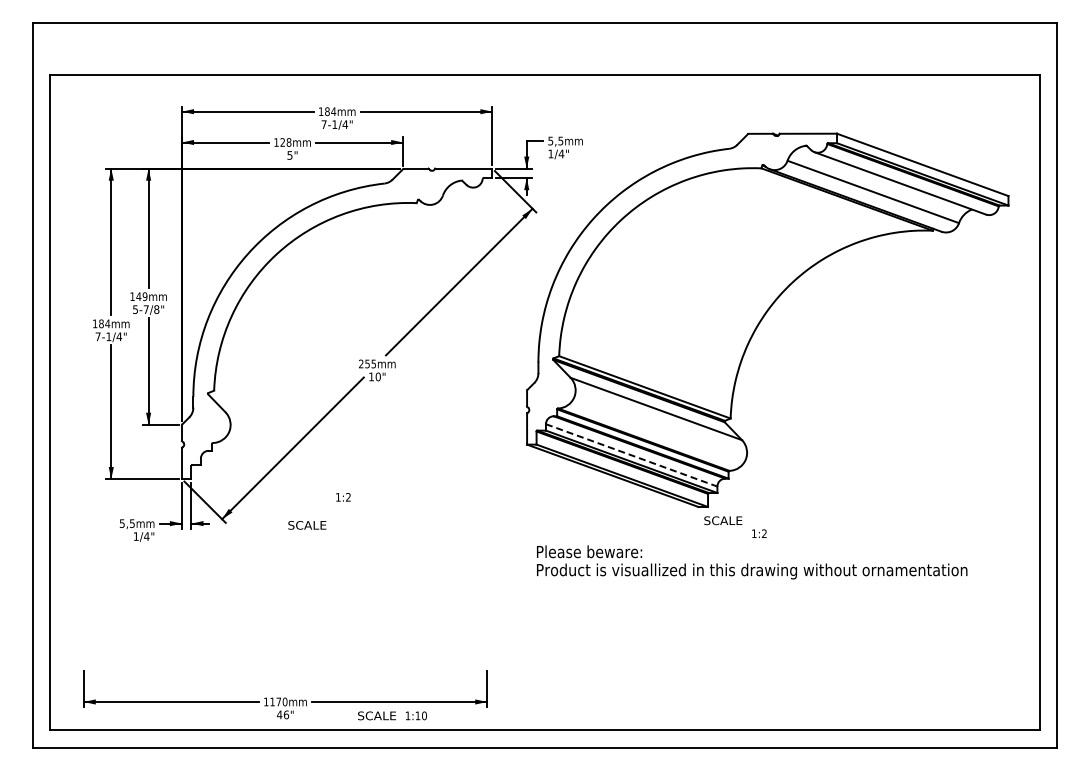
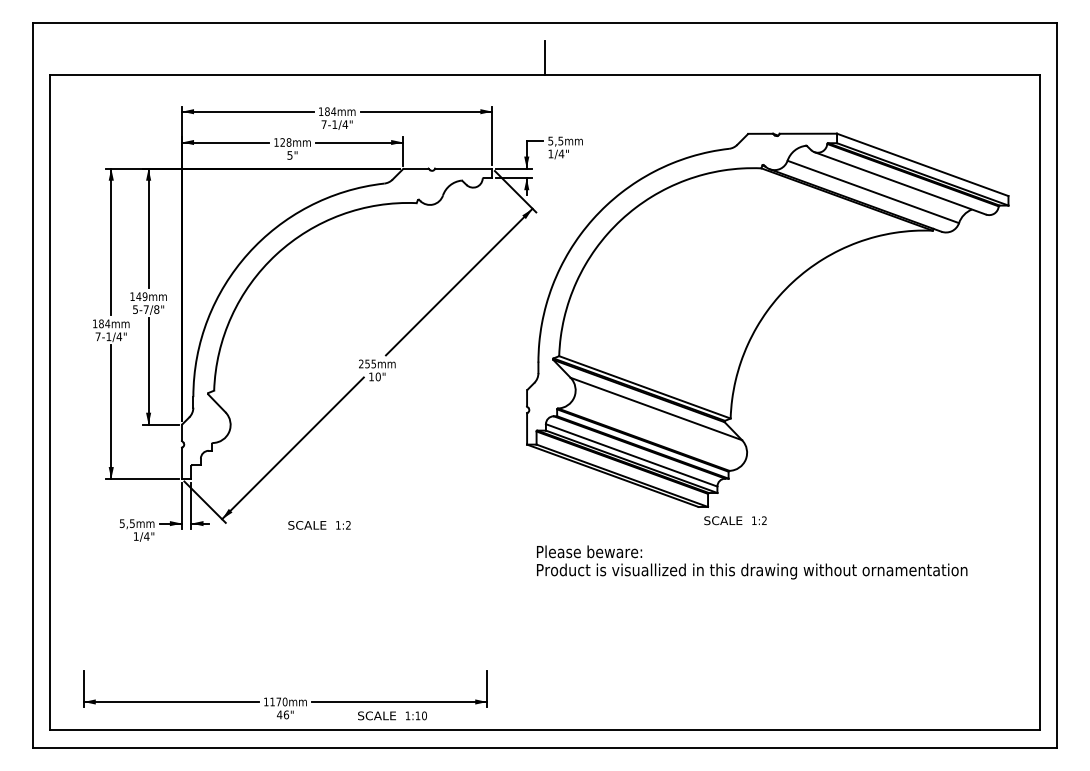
line at (545, 57): none -> present
line at (632, 455): dashed -> solid
text at (343, 497) position: (343, 497) -> (343, 525)
text at (759, 533) position: (759, 533) -> (759, 520)
